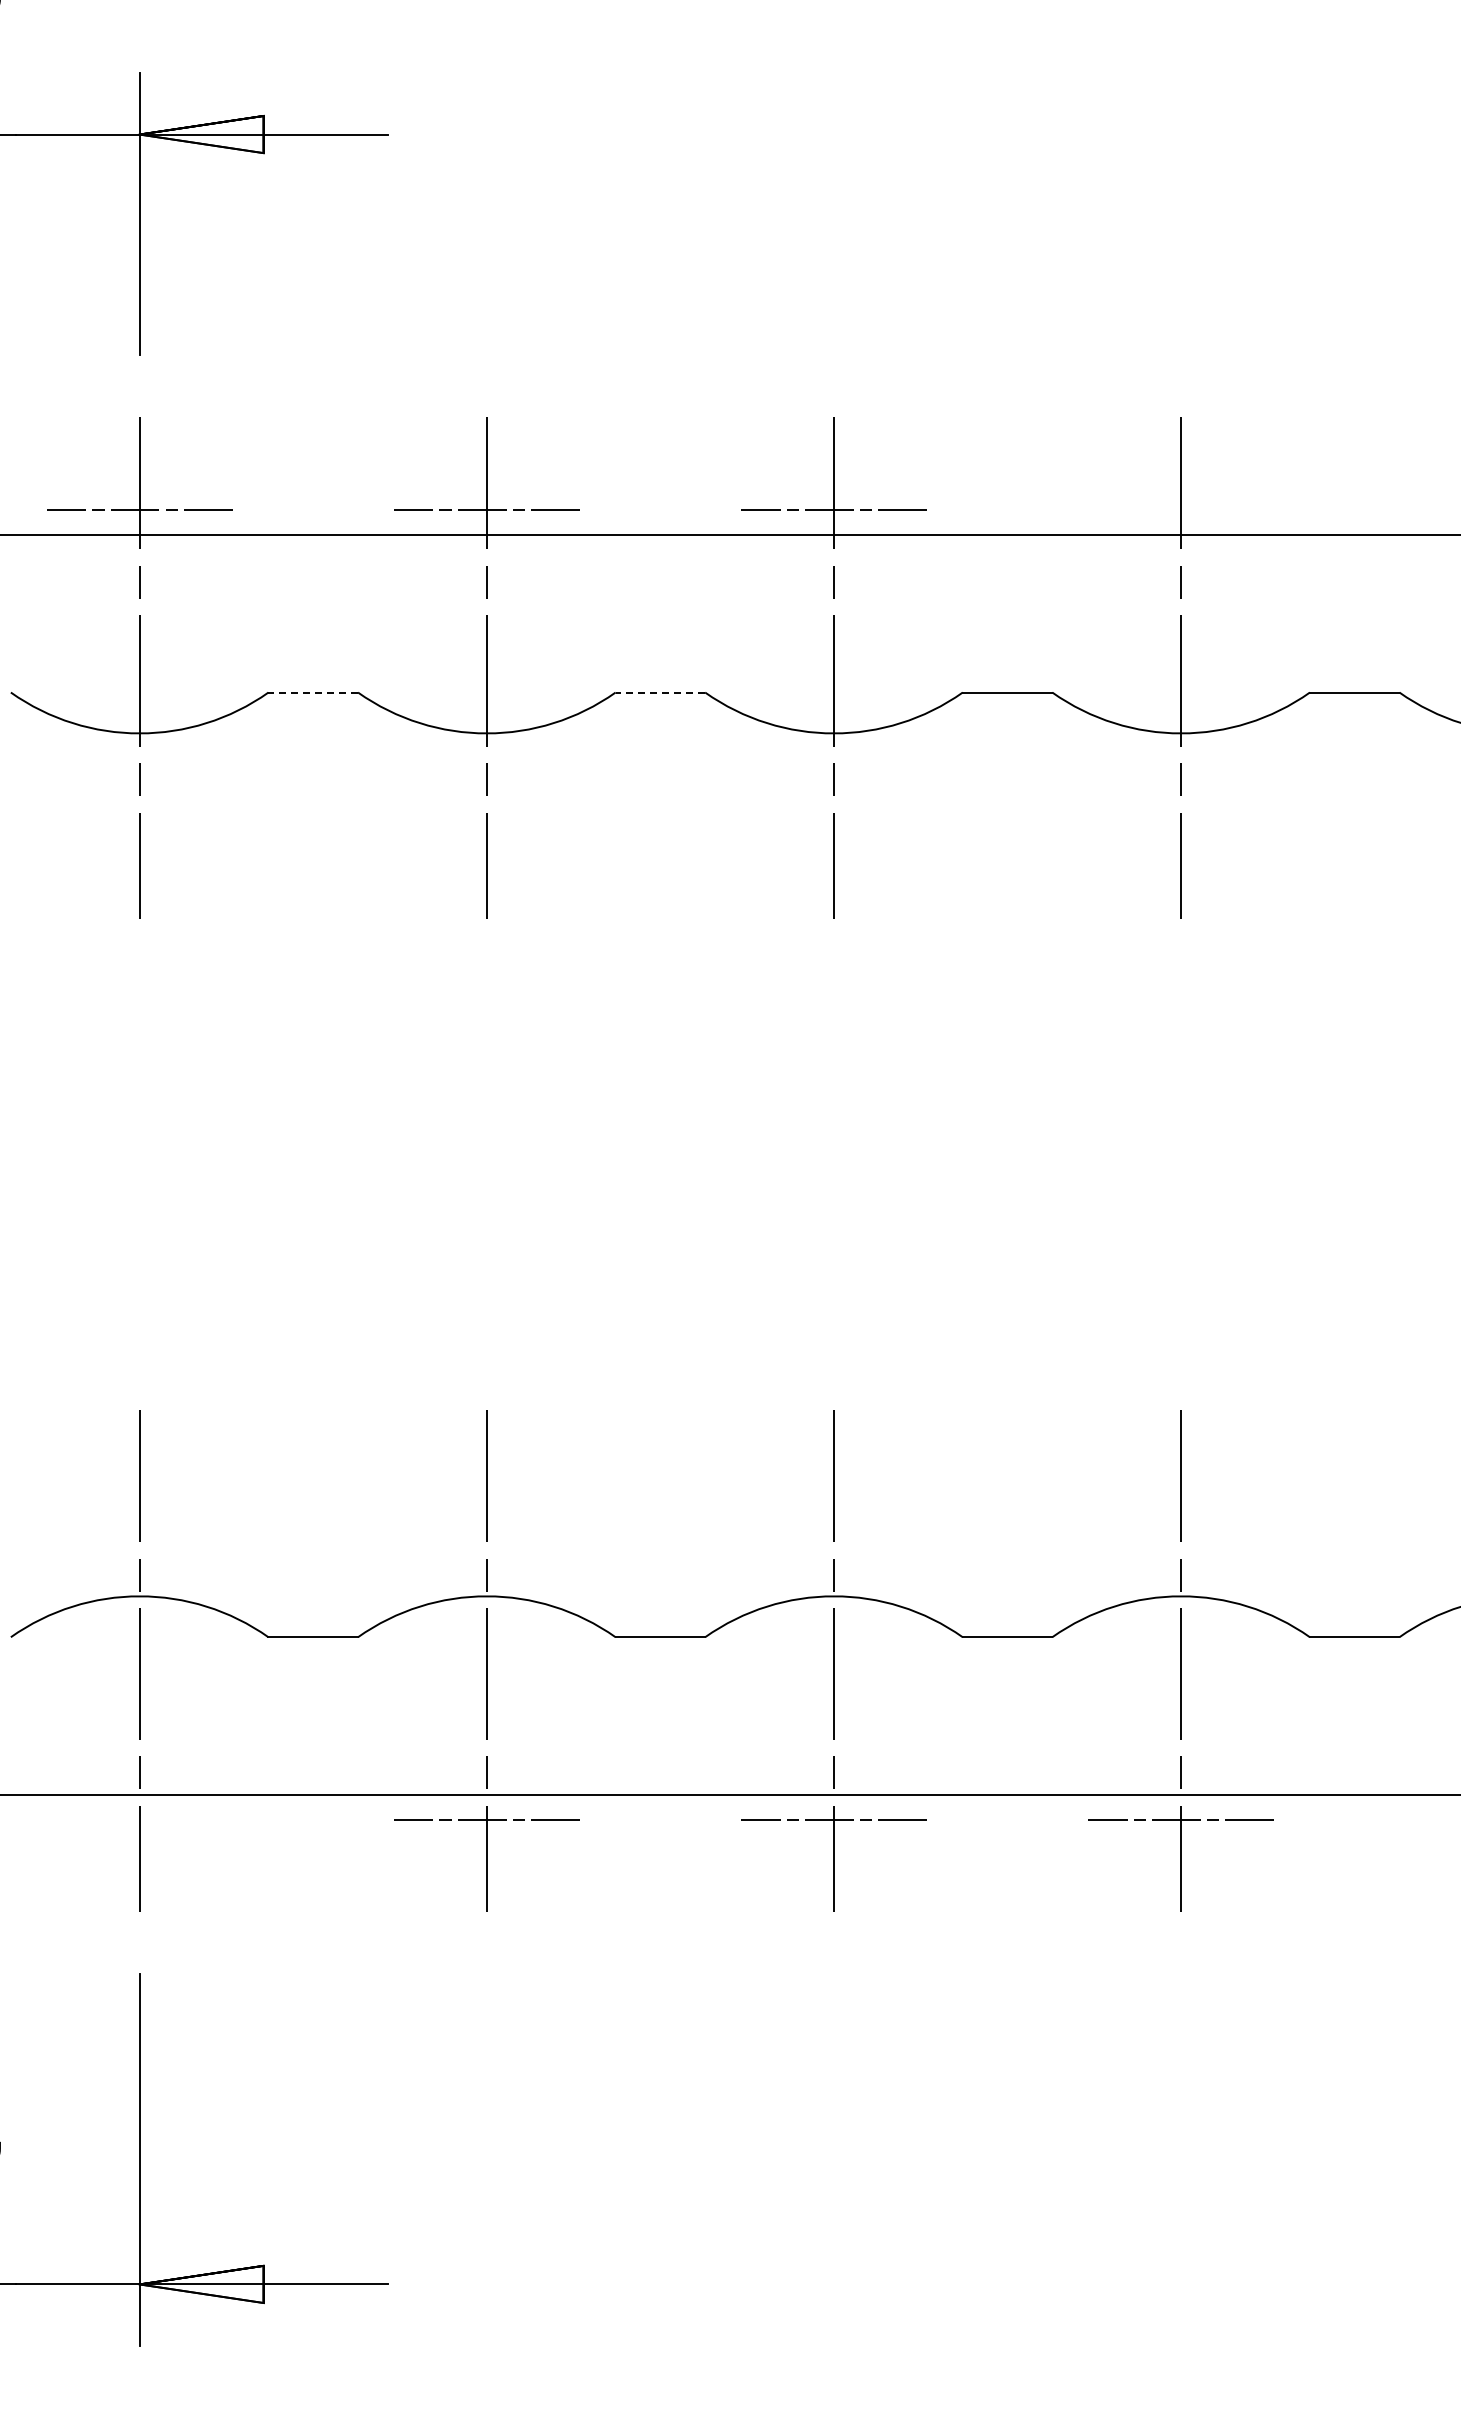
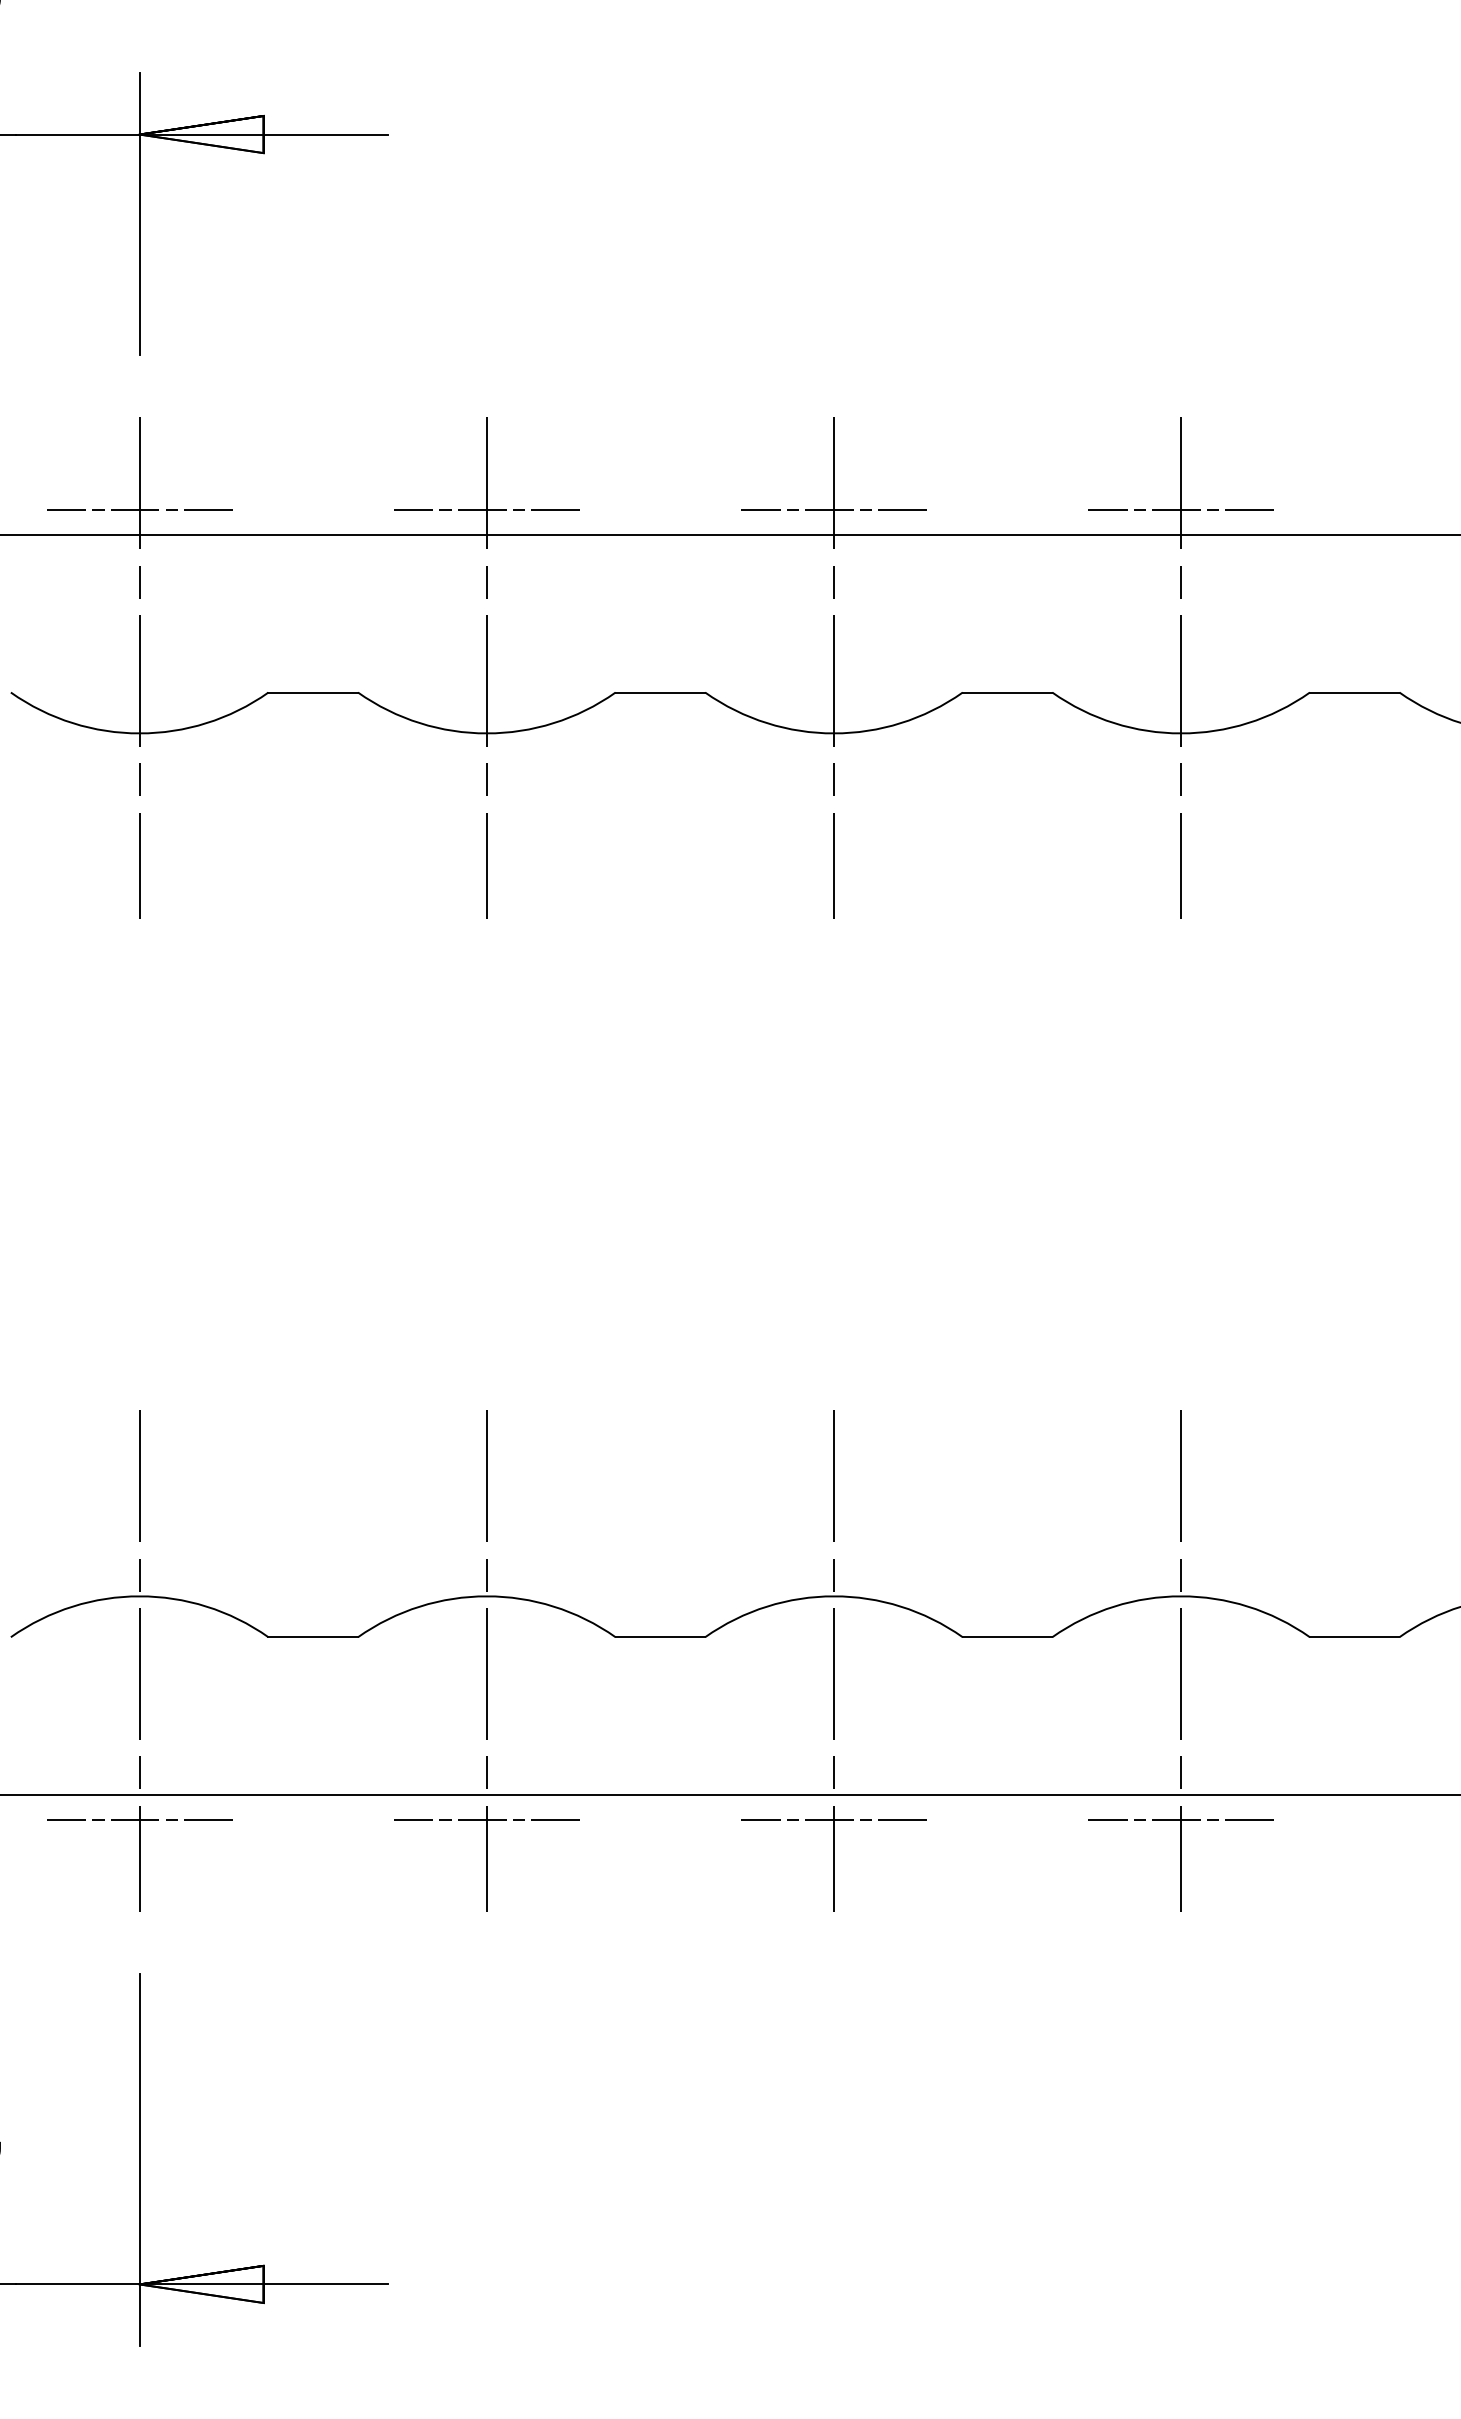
line at (1181, 510): none -> present
line at (313, 692): dashed -> solid
line at (660, 692): dashed -> solid
line at (139, 1819): none -> present
